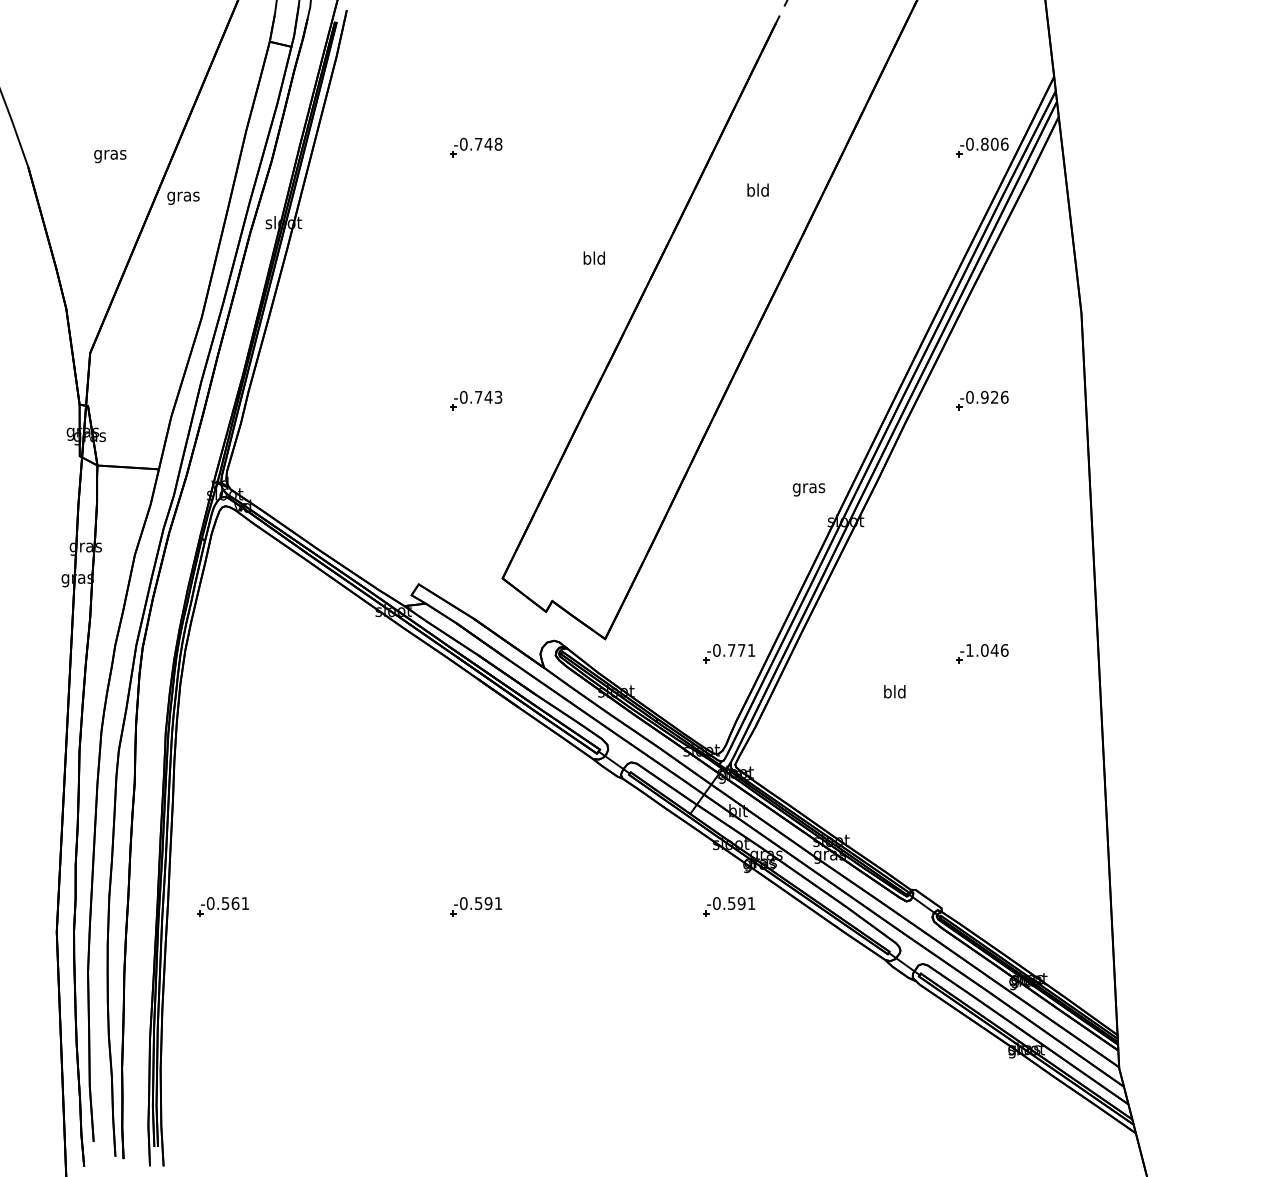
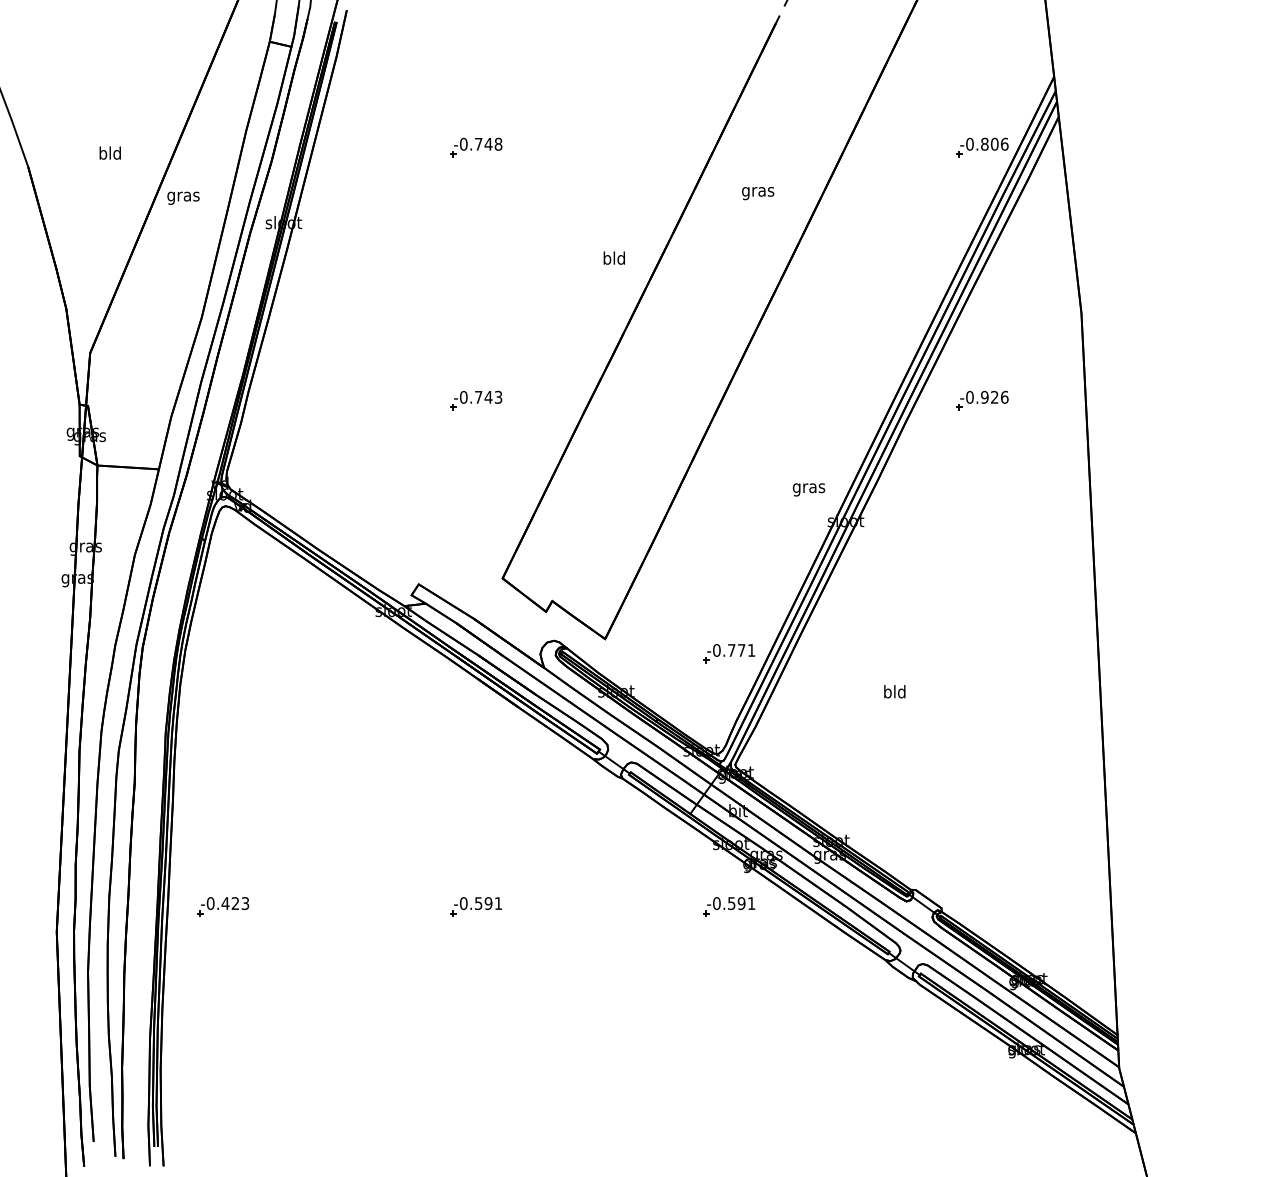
text at (110, 154): gras -> bld
text at (758, 191): bld -> gras
text at (593, 257) position: (593, 257) -> (613, 257)
part at (982, 653): present -> none
text at (235, 903): -0.561 -> -0.423
